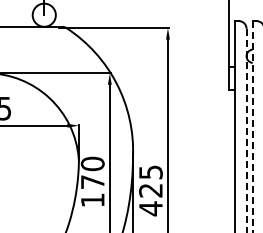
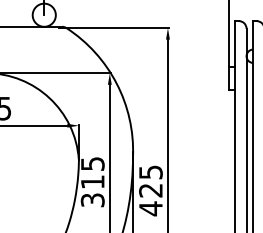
line at (252, 127): dashed -> solid
line at (246, 130): dashed -> solid
text at (92, 181): 170 -> 315
